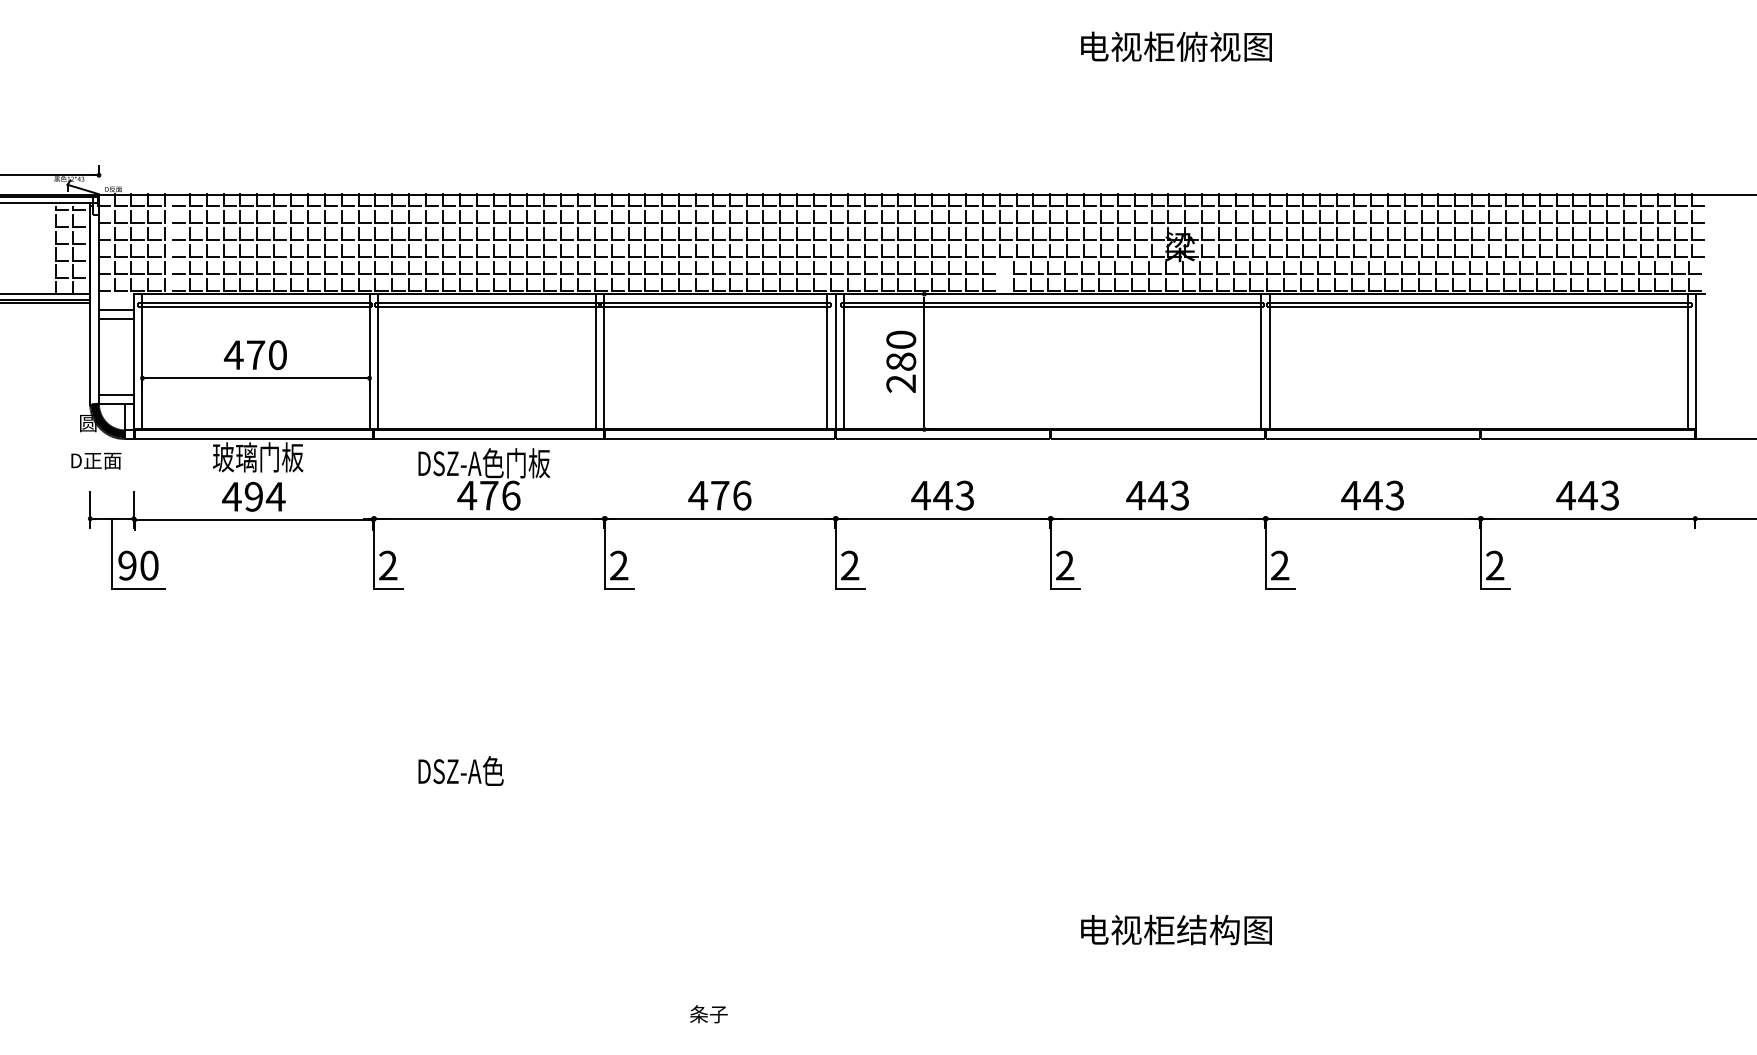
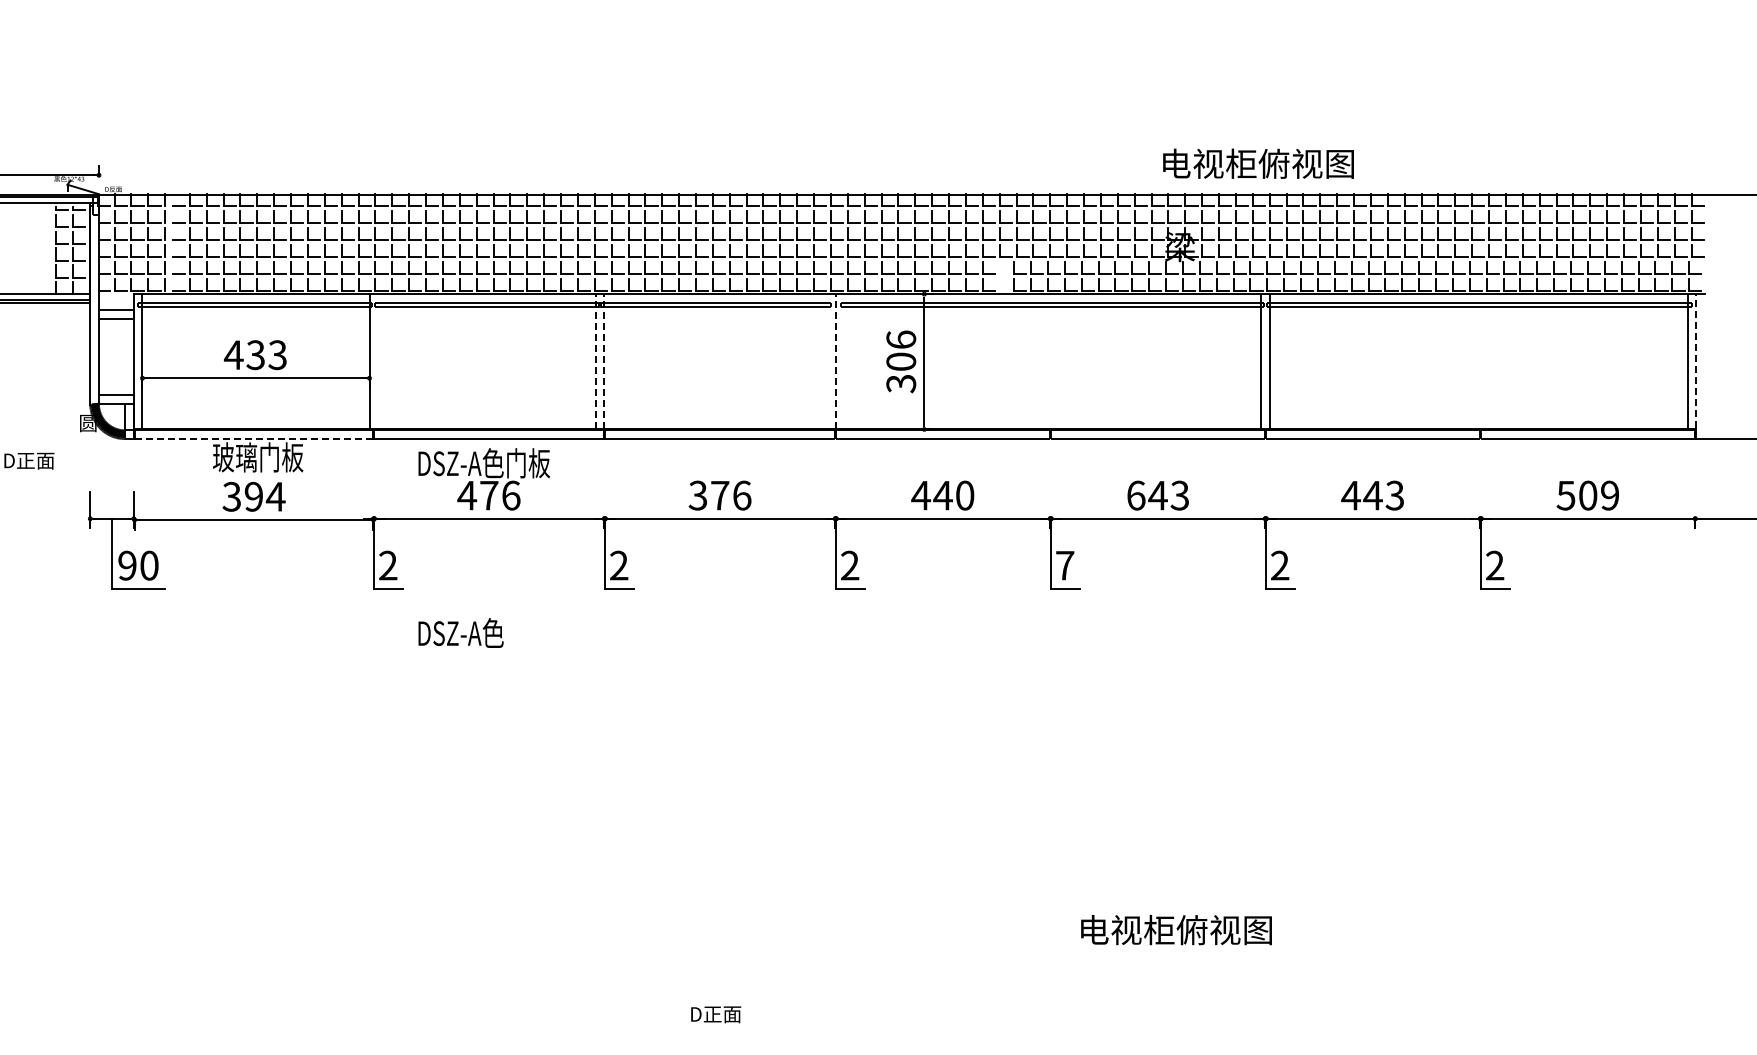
text at (1176, 46) position: (1176, 46) -> (1258, 163)
text at (266, 355): 470 -> 433
line at (378, 361): present -> none
line at (595, 361): solid -> dashed
line at (604, 361): solid -> dashed
line at (827, 361): present -> none
line at (835, 361): solid -> dashed
line at (844, 361): present -> none
text at (901, 361): 280 -> 306
line at (1696, 366): solid -> dashed
line at (253, 439): solid -> dashed
text at (96, 460) position: (96, 460) -> (29, 460)
text at (698, 495): 476 -> 376
text at (964, 495): 443 -> 440
text at (1135, 495): 443 -> 643
text at (1587, 495): 443 -> 509
text at (231, 496): 494 -> 394
text at (1065, 565): 2 -> 7
text at (460, 770) position: (460, 770) -> (460, 632)
text at (1208, 929): 电视柜结构图 -> 电视柜俯视图
text at (715, 1014): 条子 -> D正面
